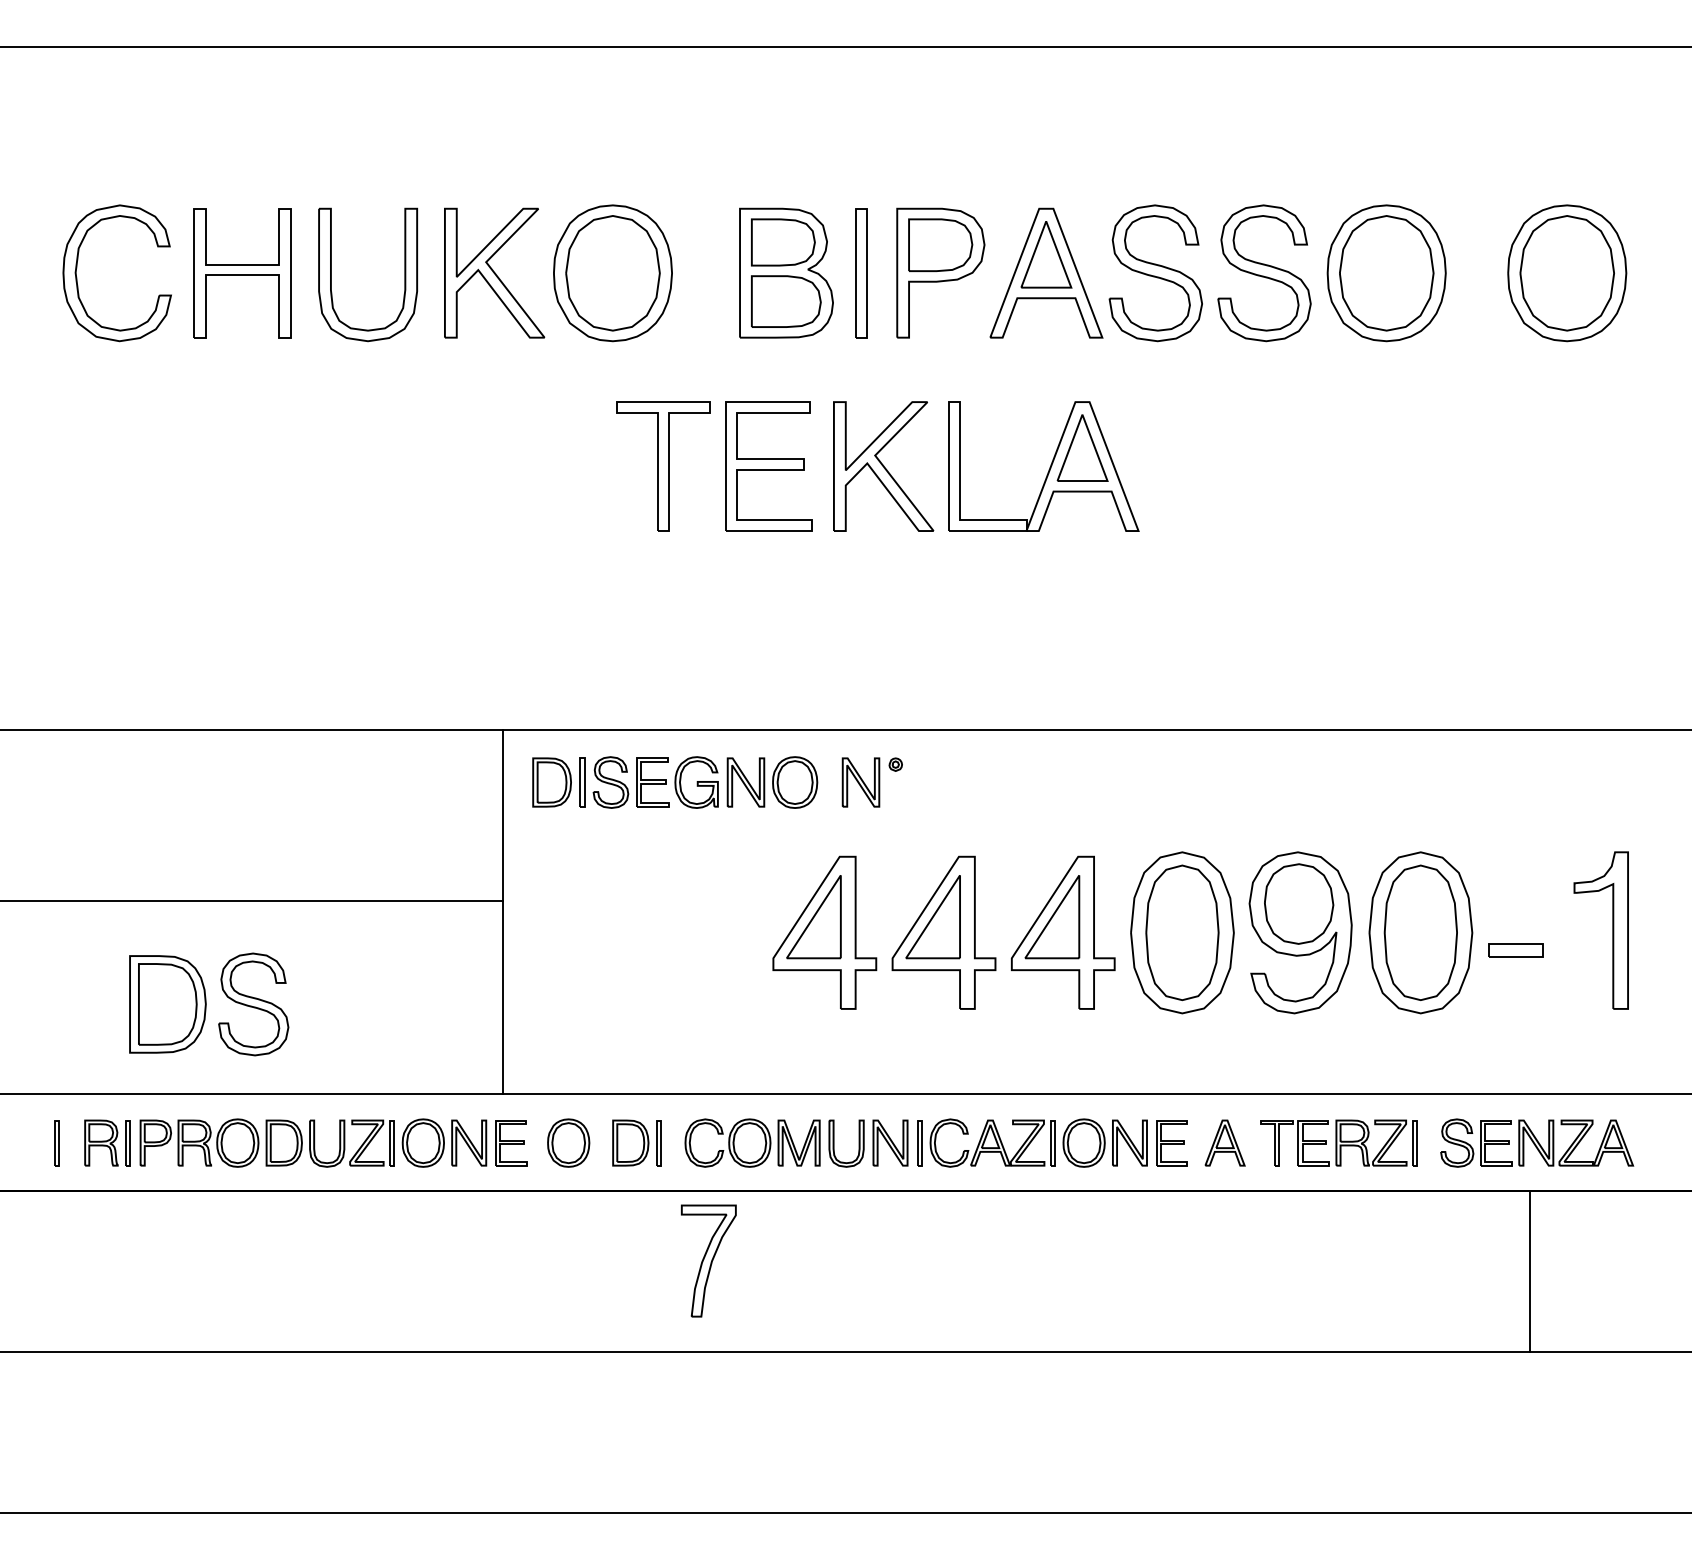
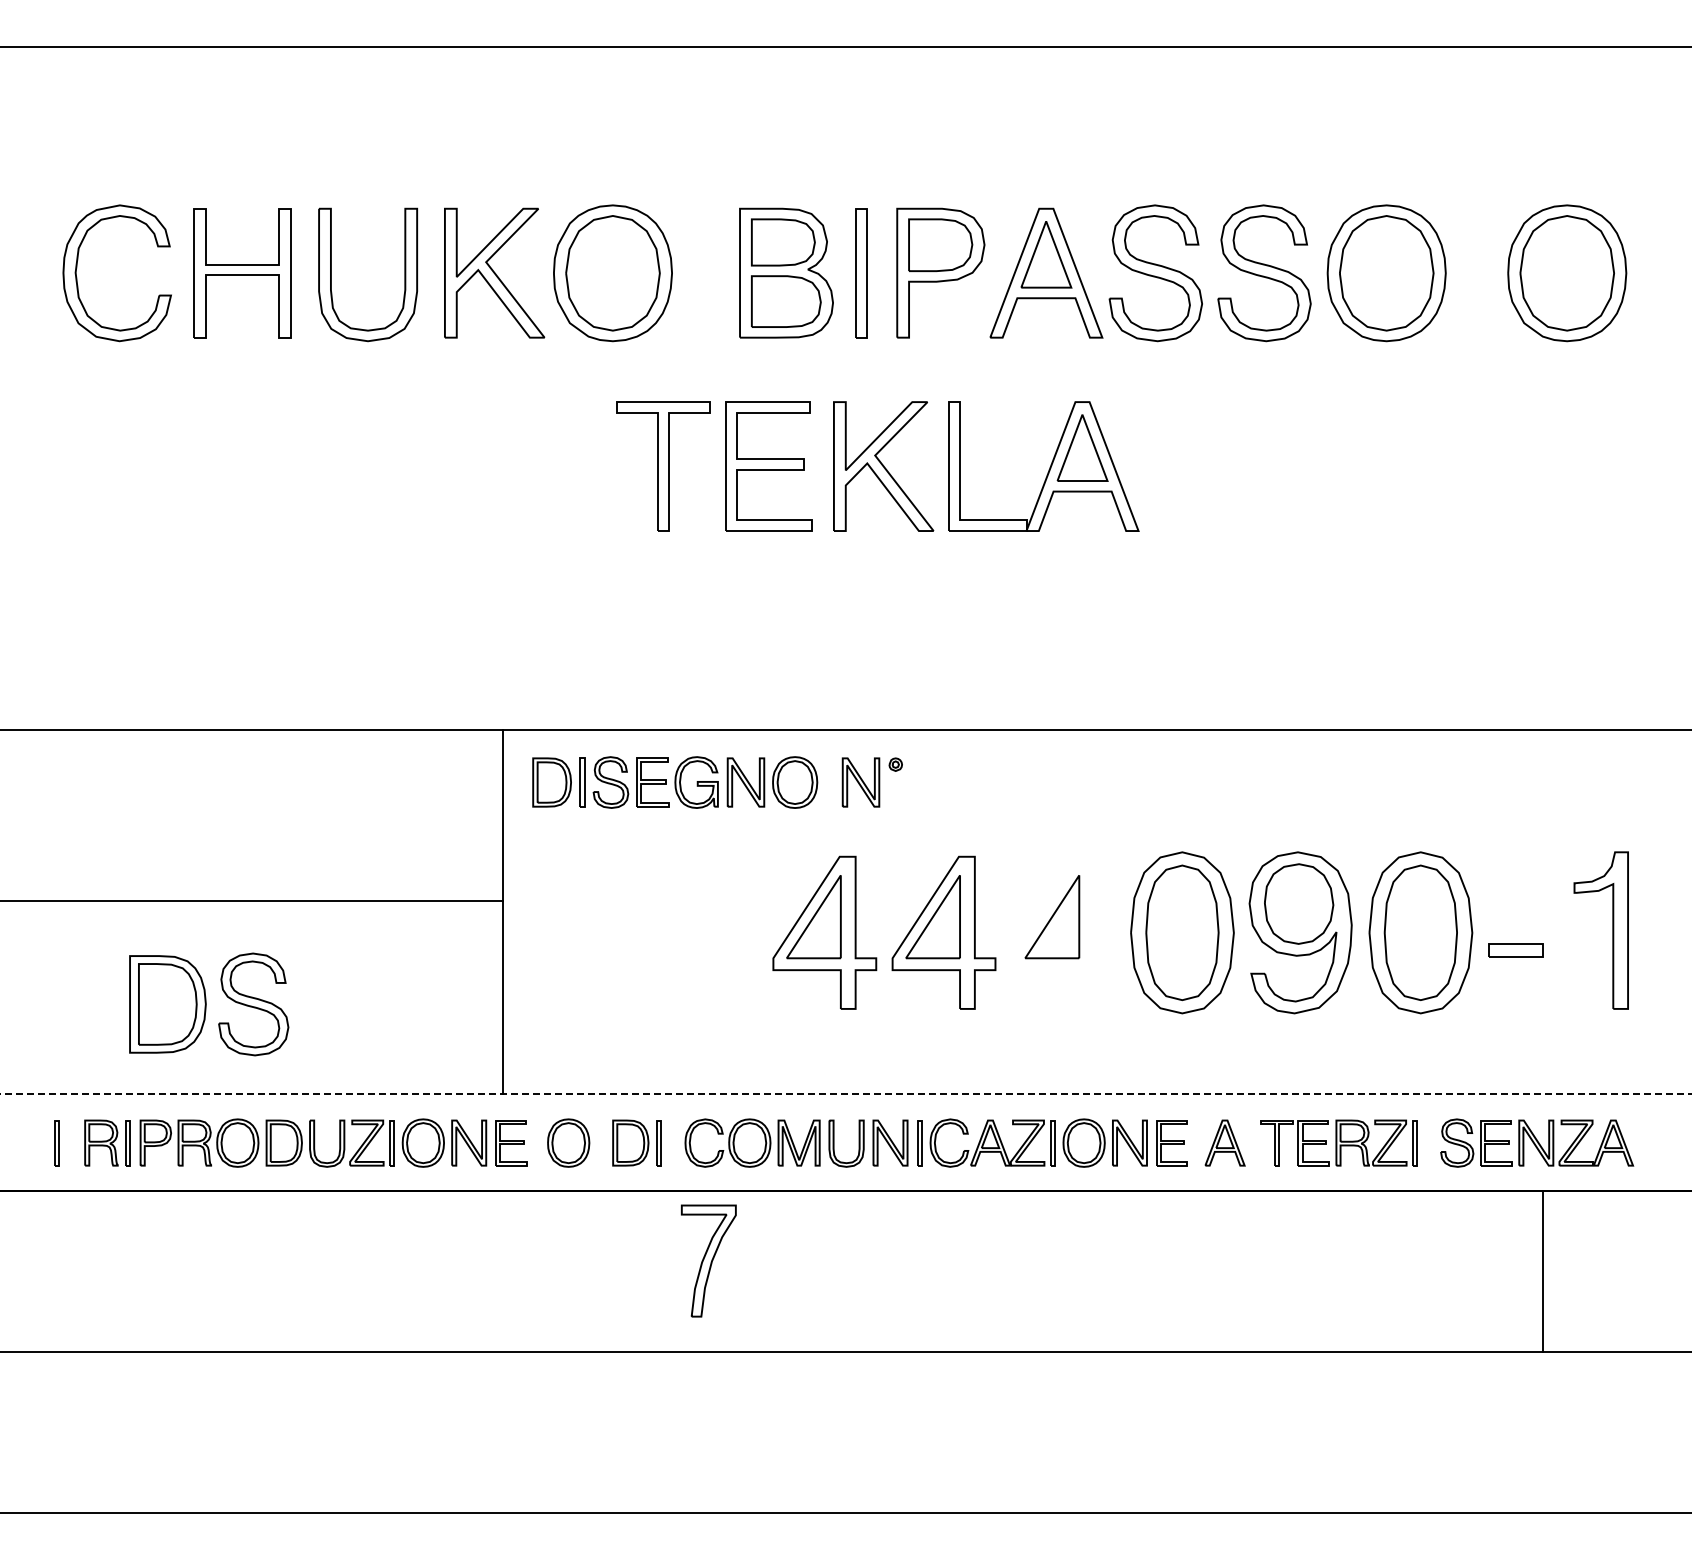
part at (1062, 932): present -> none
line at (846, 1094): solid -> dashed
line at (1530, 1270) position: (1530, 1270) -> (1543, 1270)
